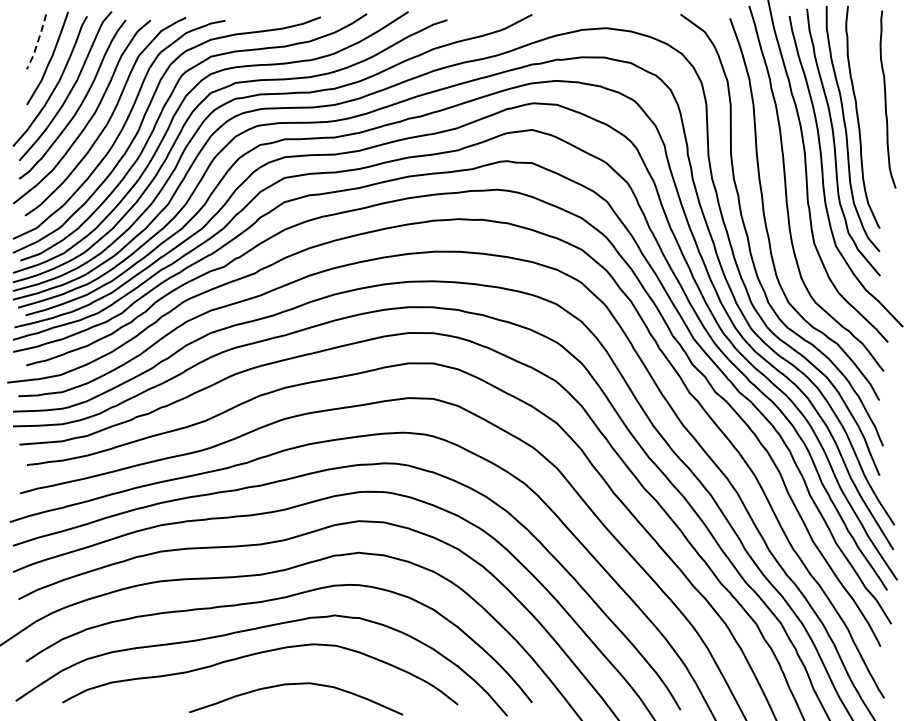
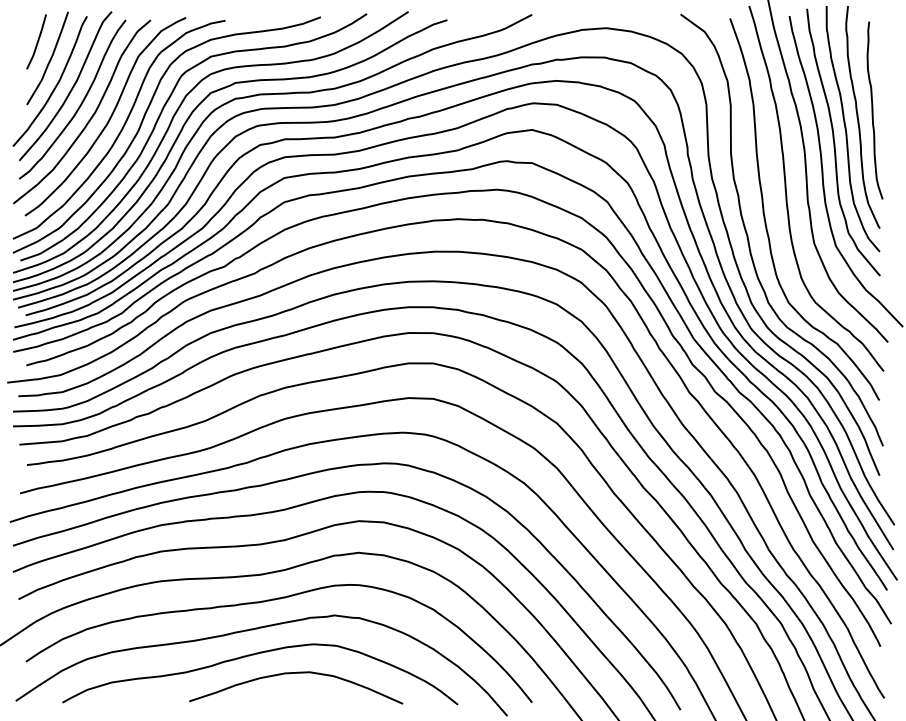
line at (37, 42): dashed -> solid
curve at (886, 99) position: (886, 99) -> (873, 110)
curve at (296, 684) position: (296, 684) -> (296, 673)
